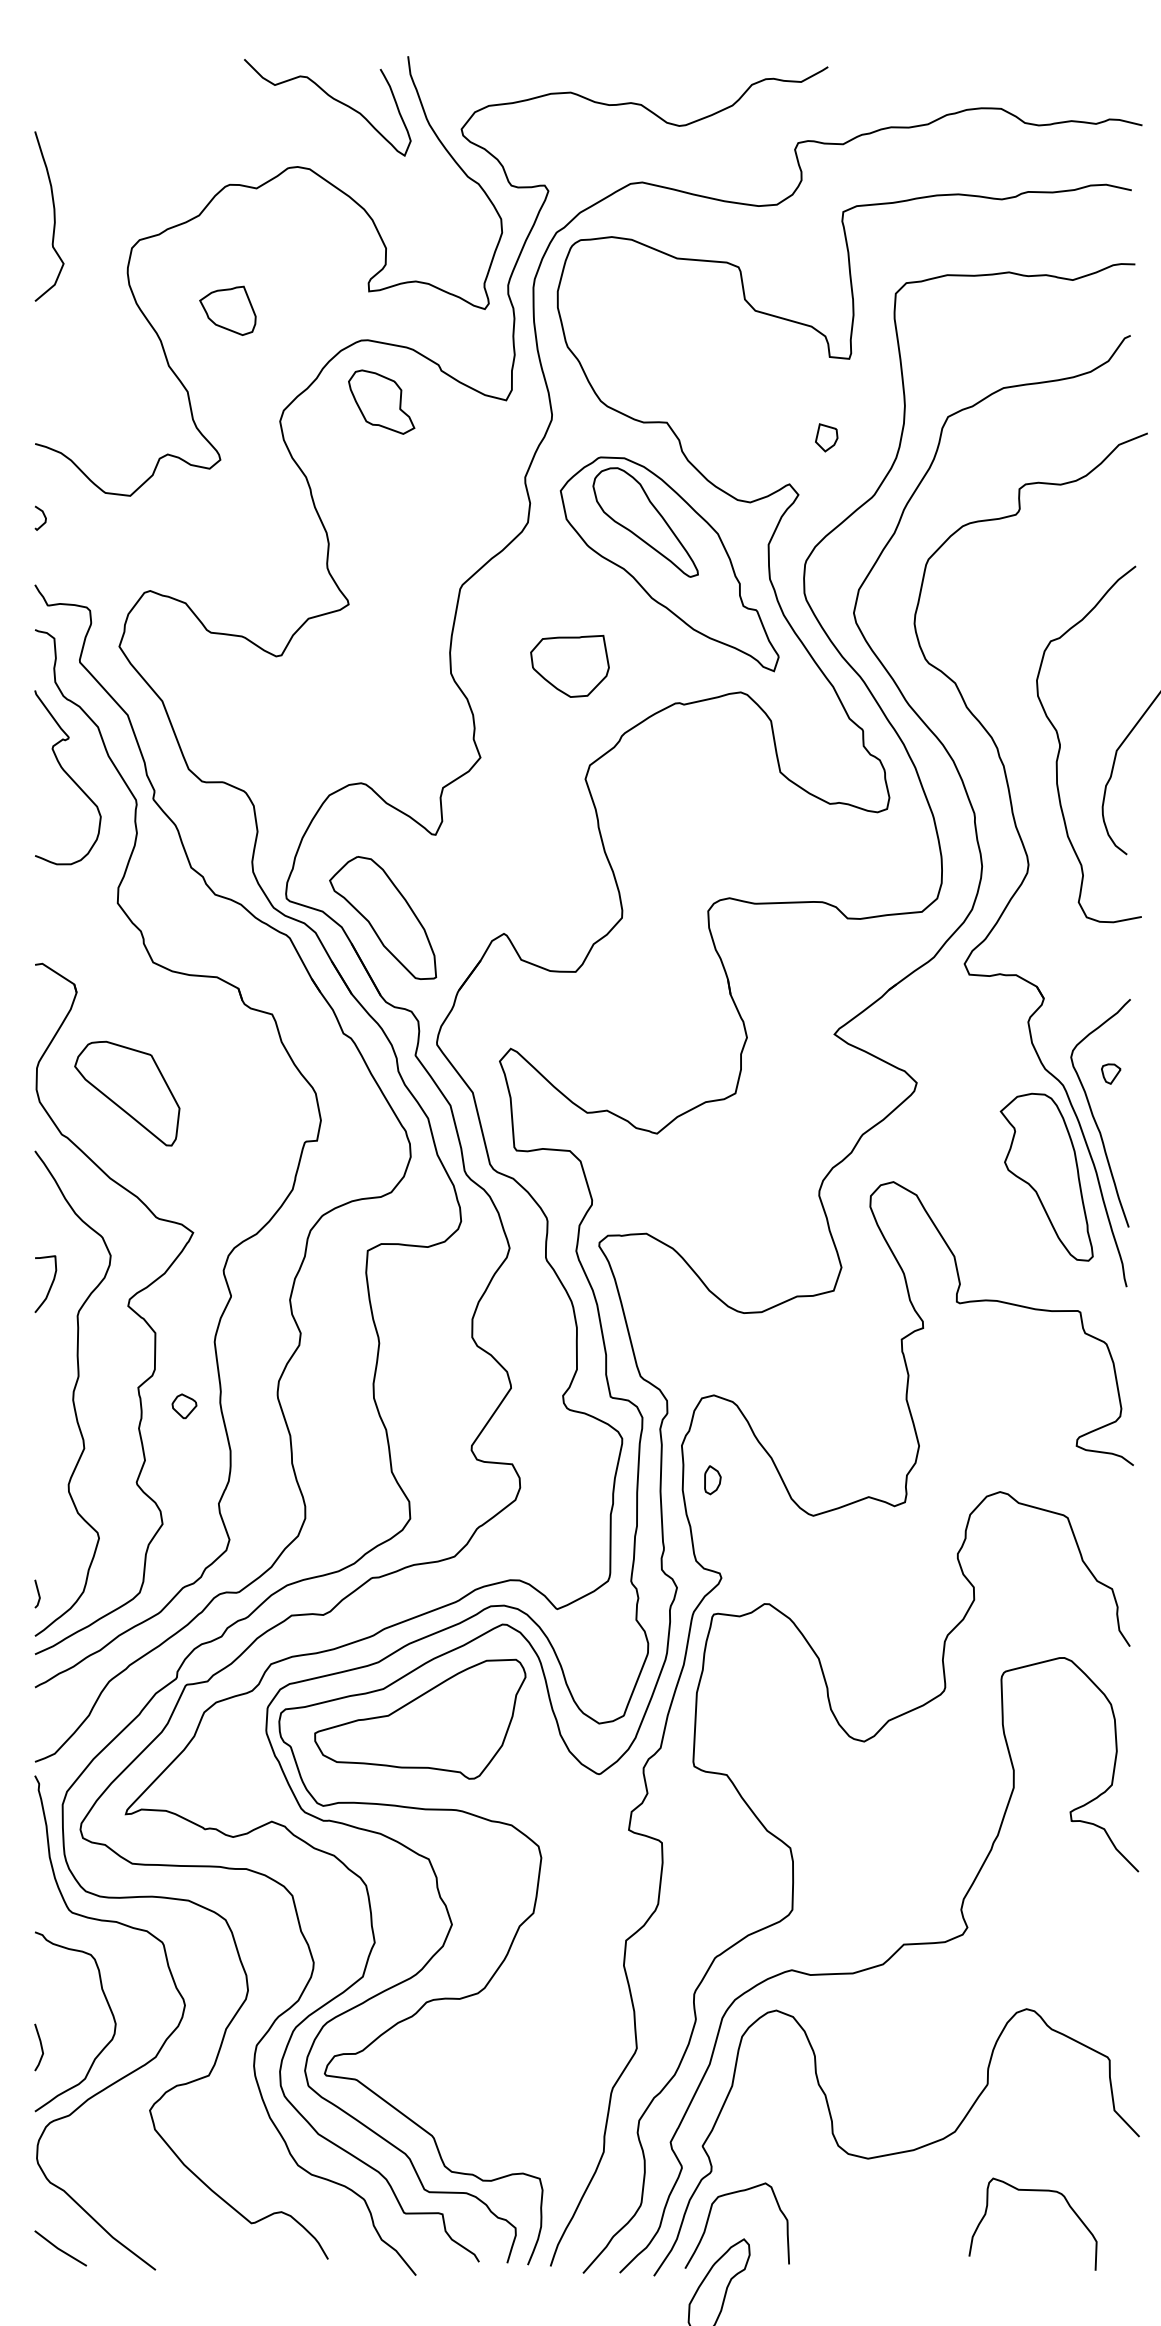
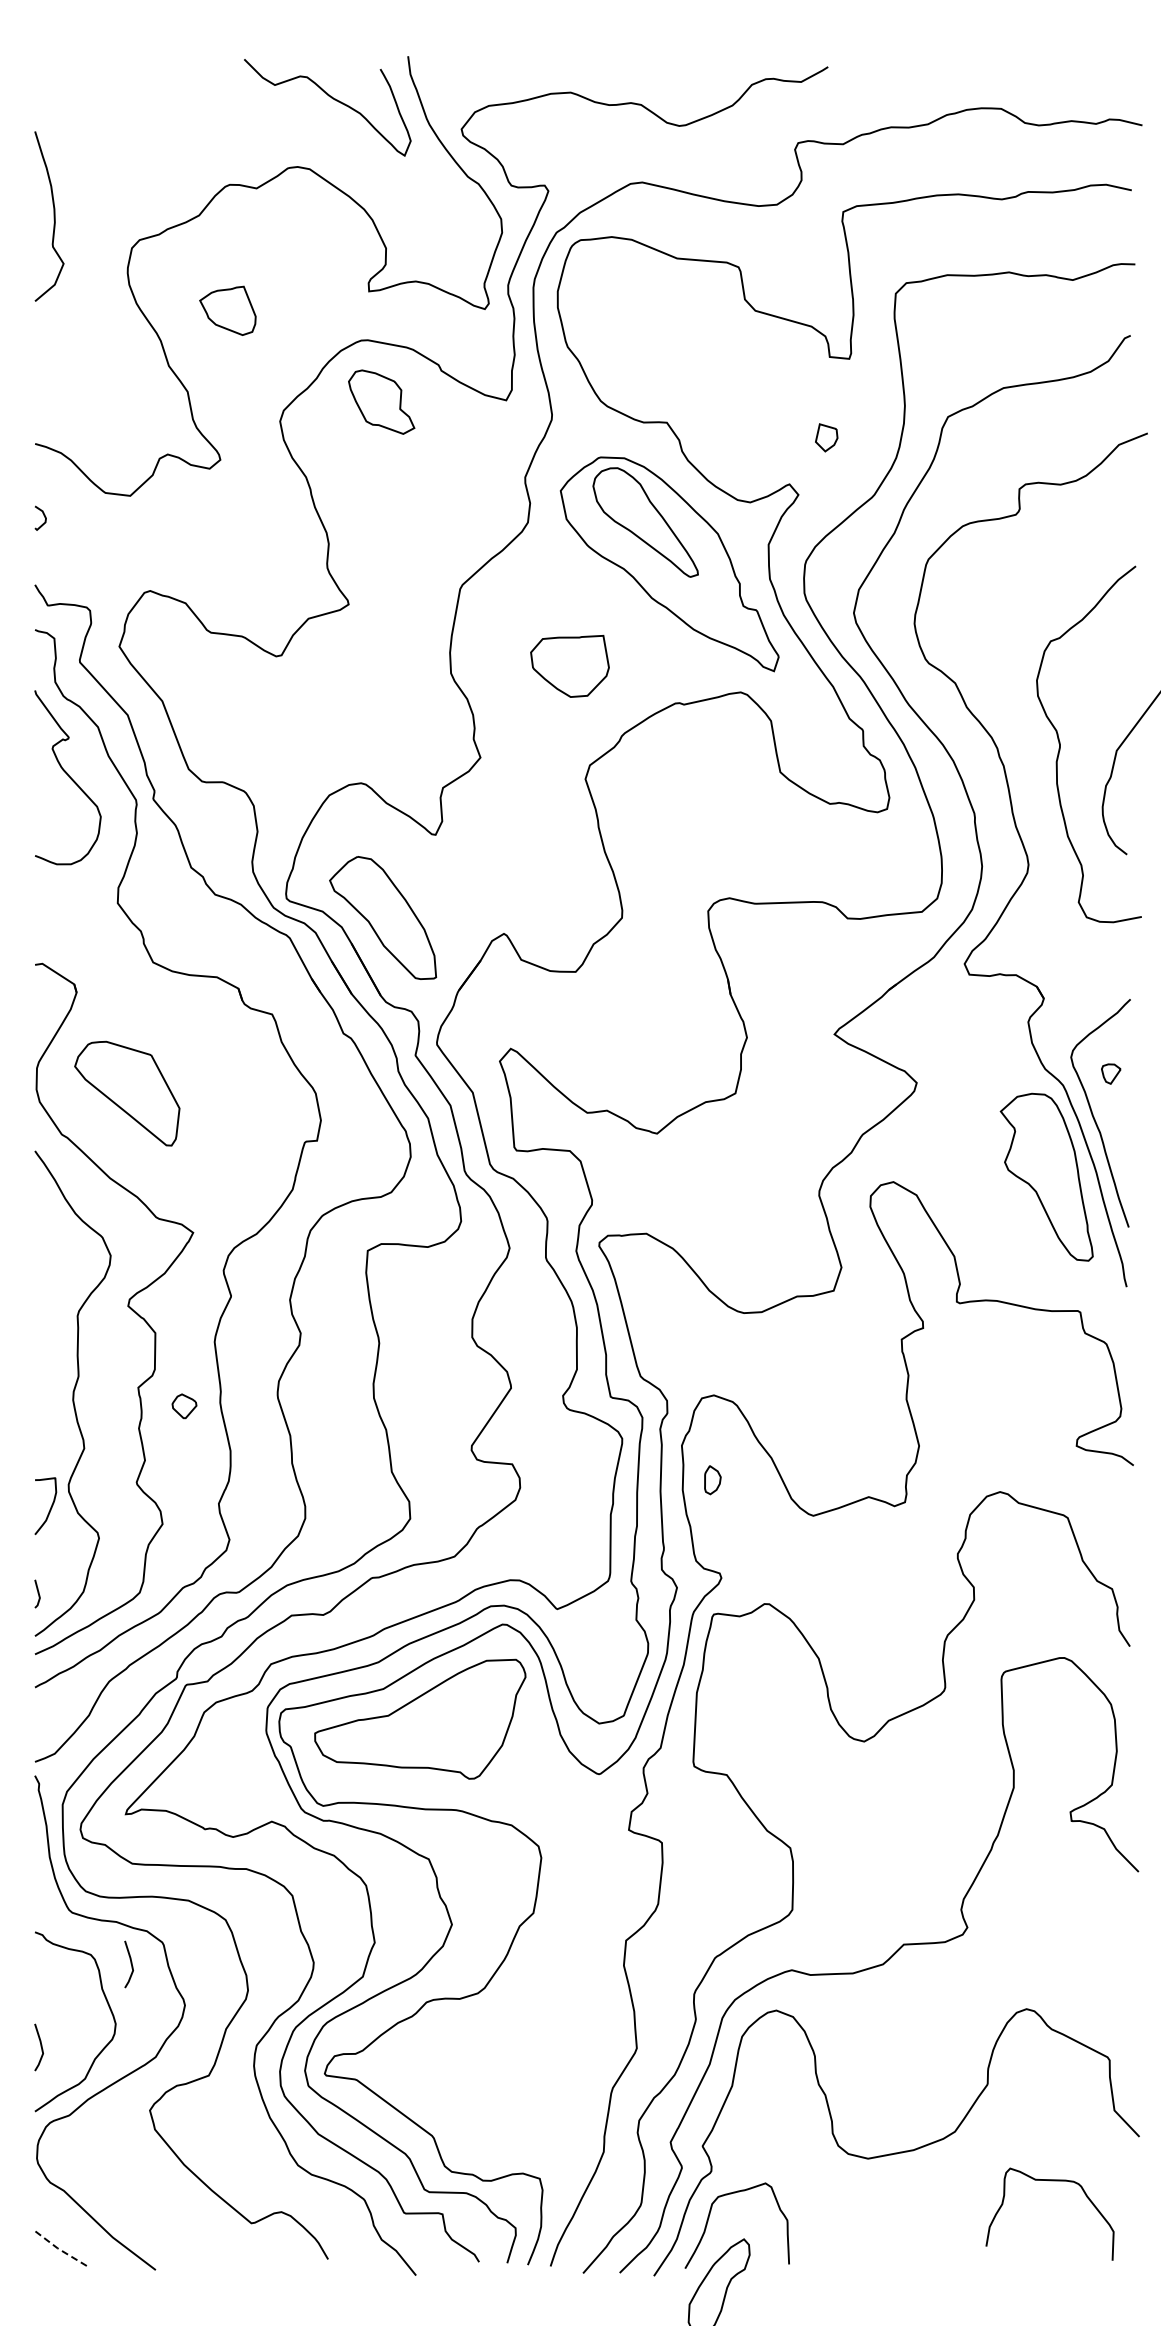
curve at (50, 1285) position: (50, 1285) -> (50, 1507)
line at (130, 1963): none -> present
curve at (1032, 2191) position: (1032, 2191) -> (1049, 2181)
line at (58, 2248): solid -> dashed
